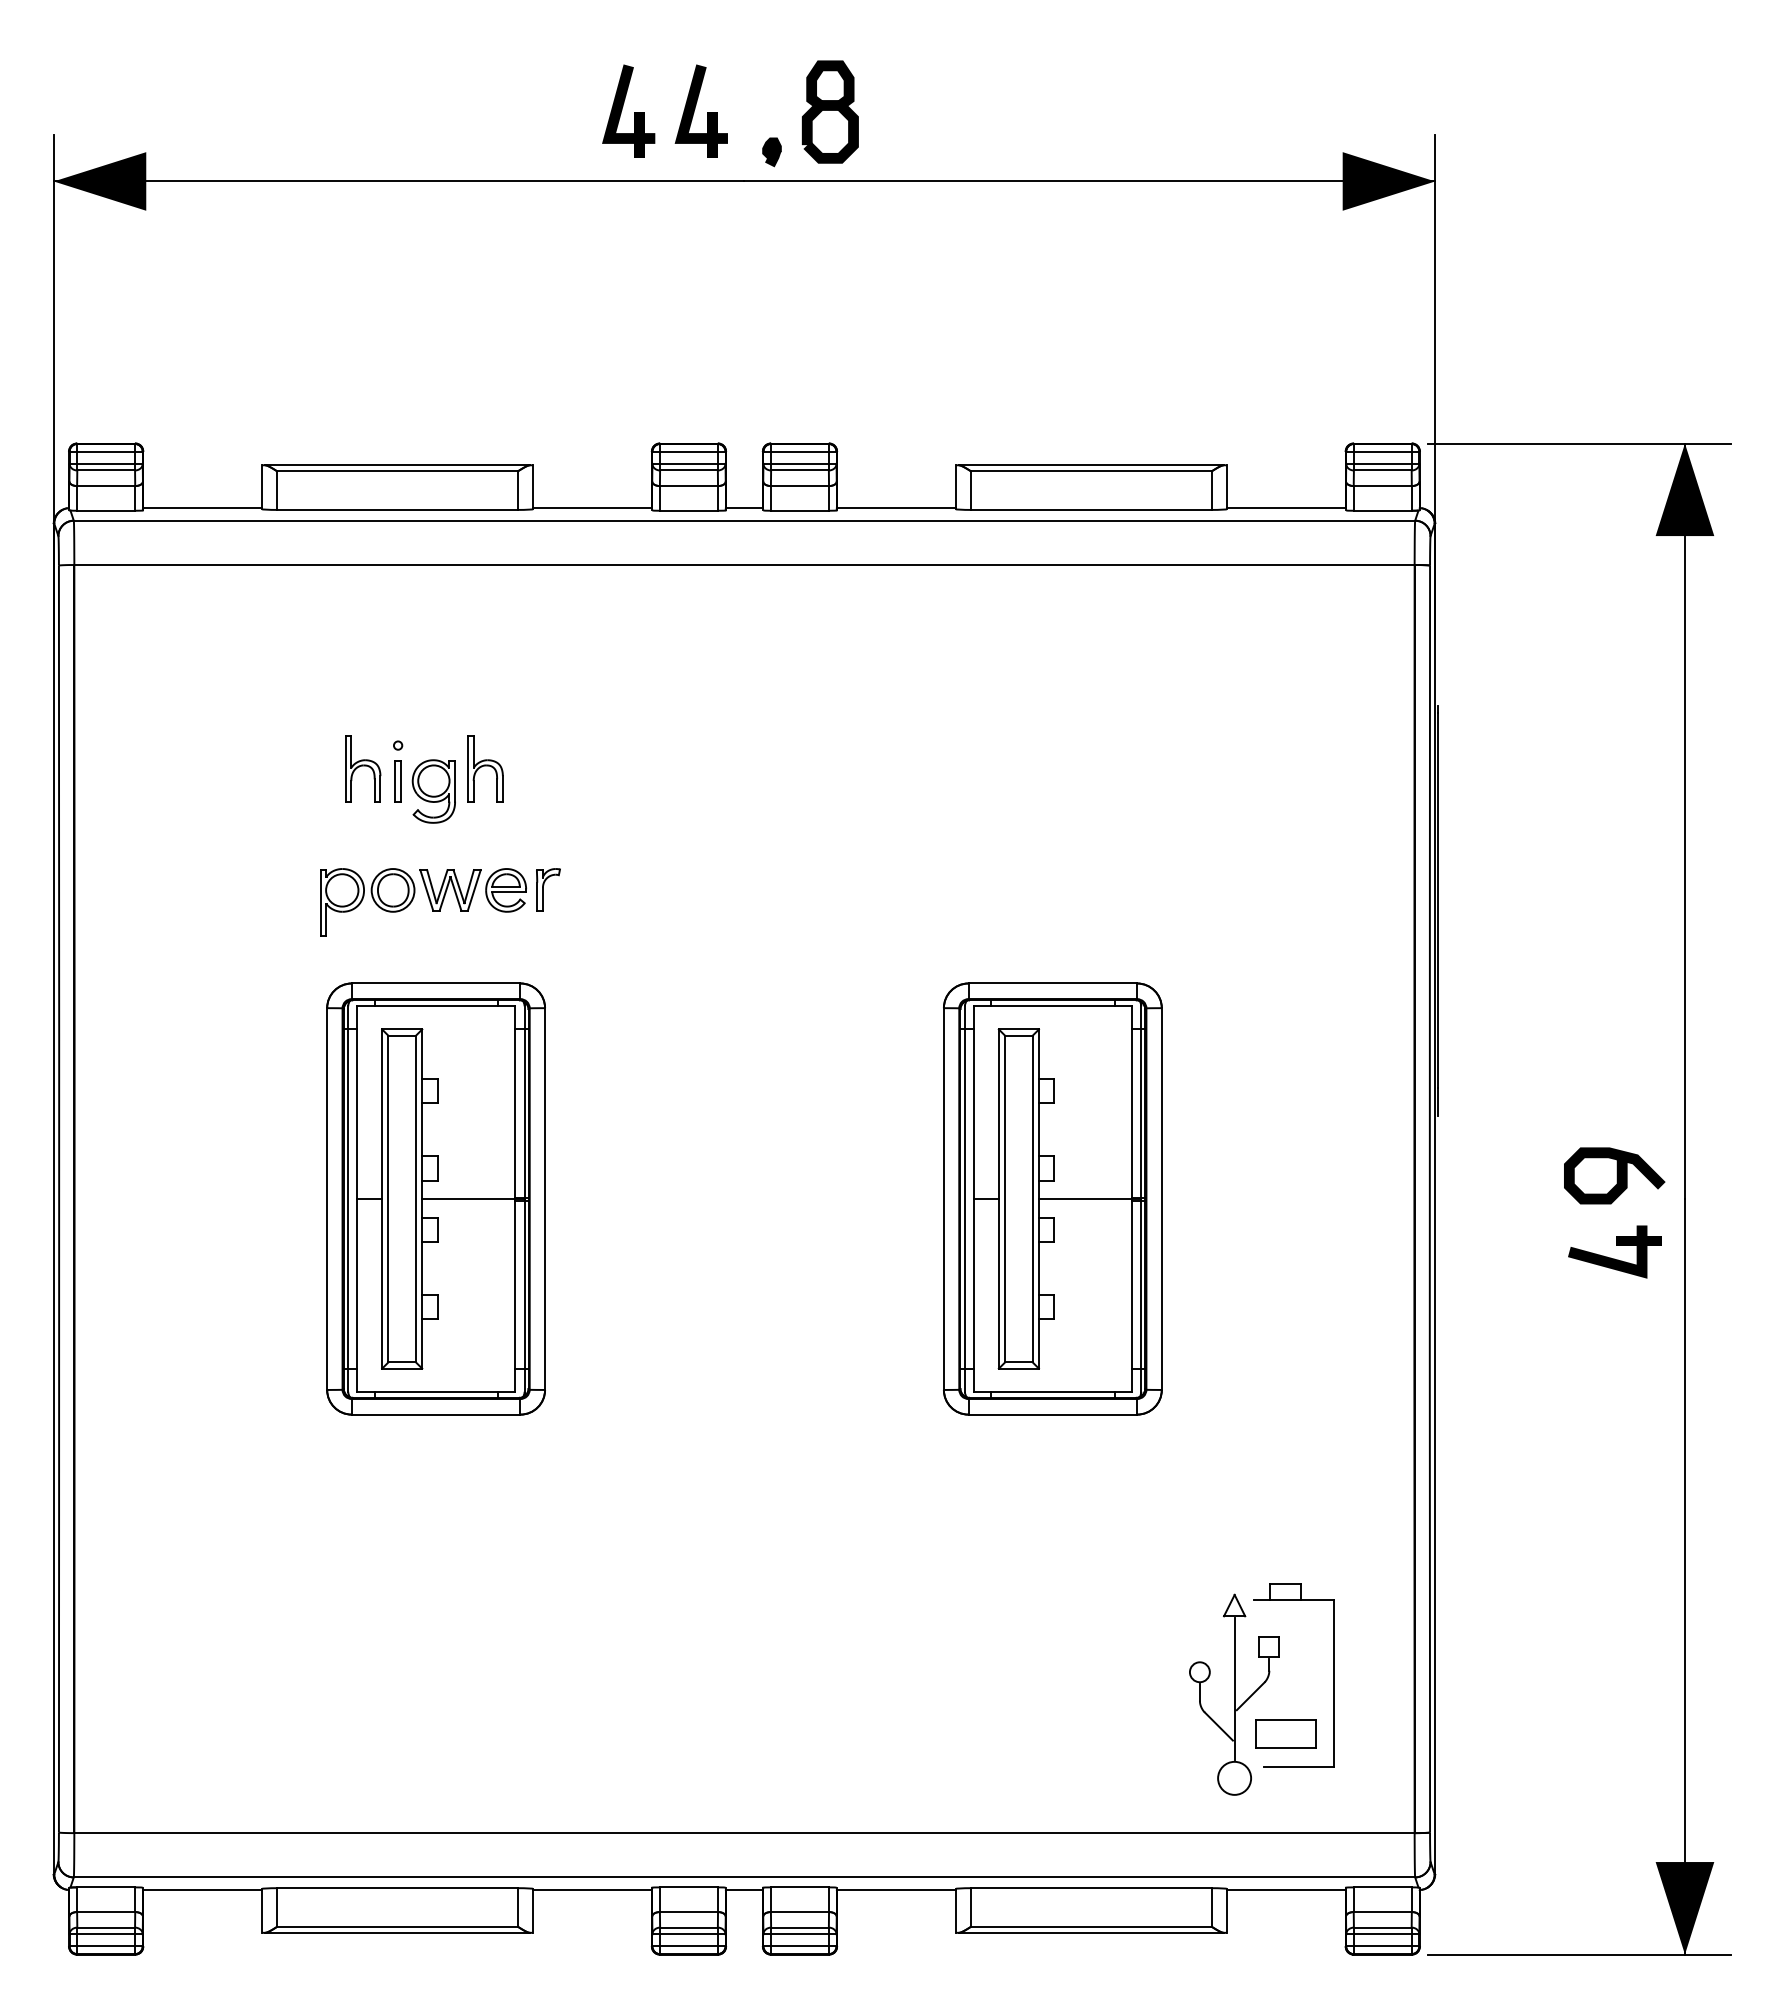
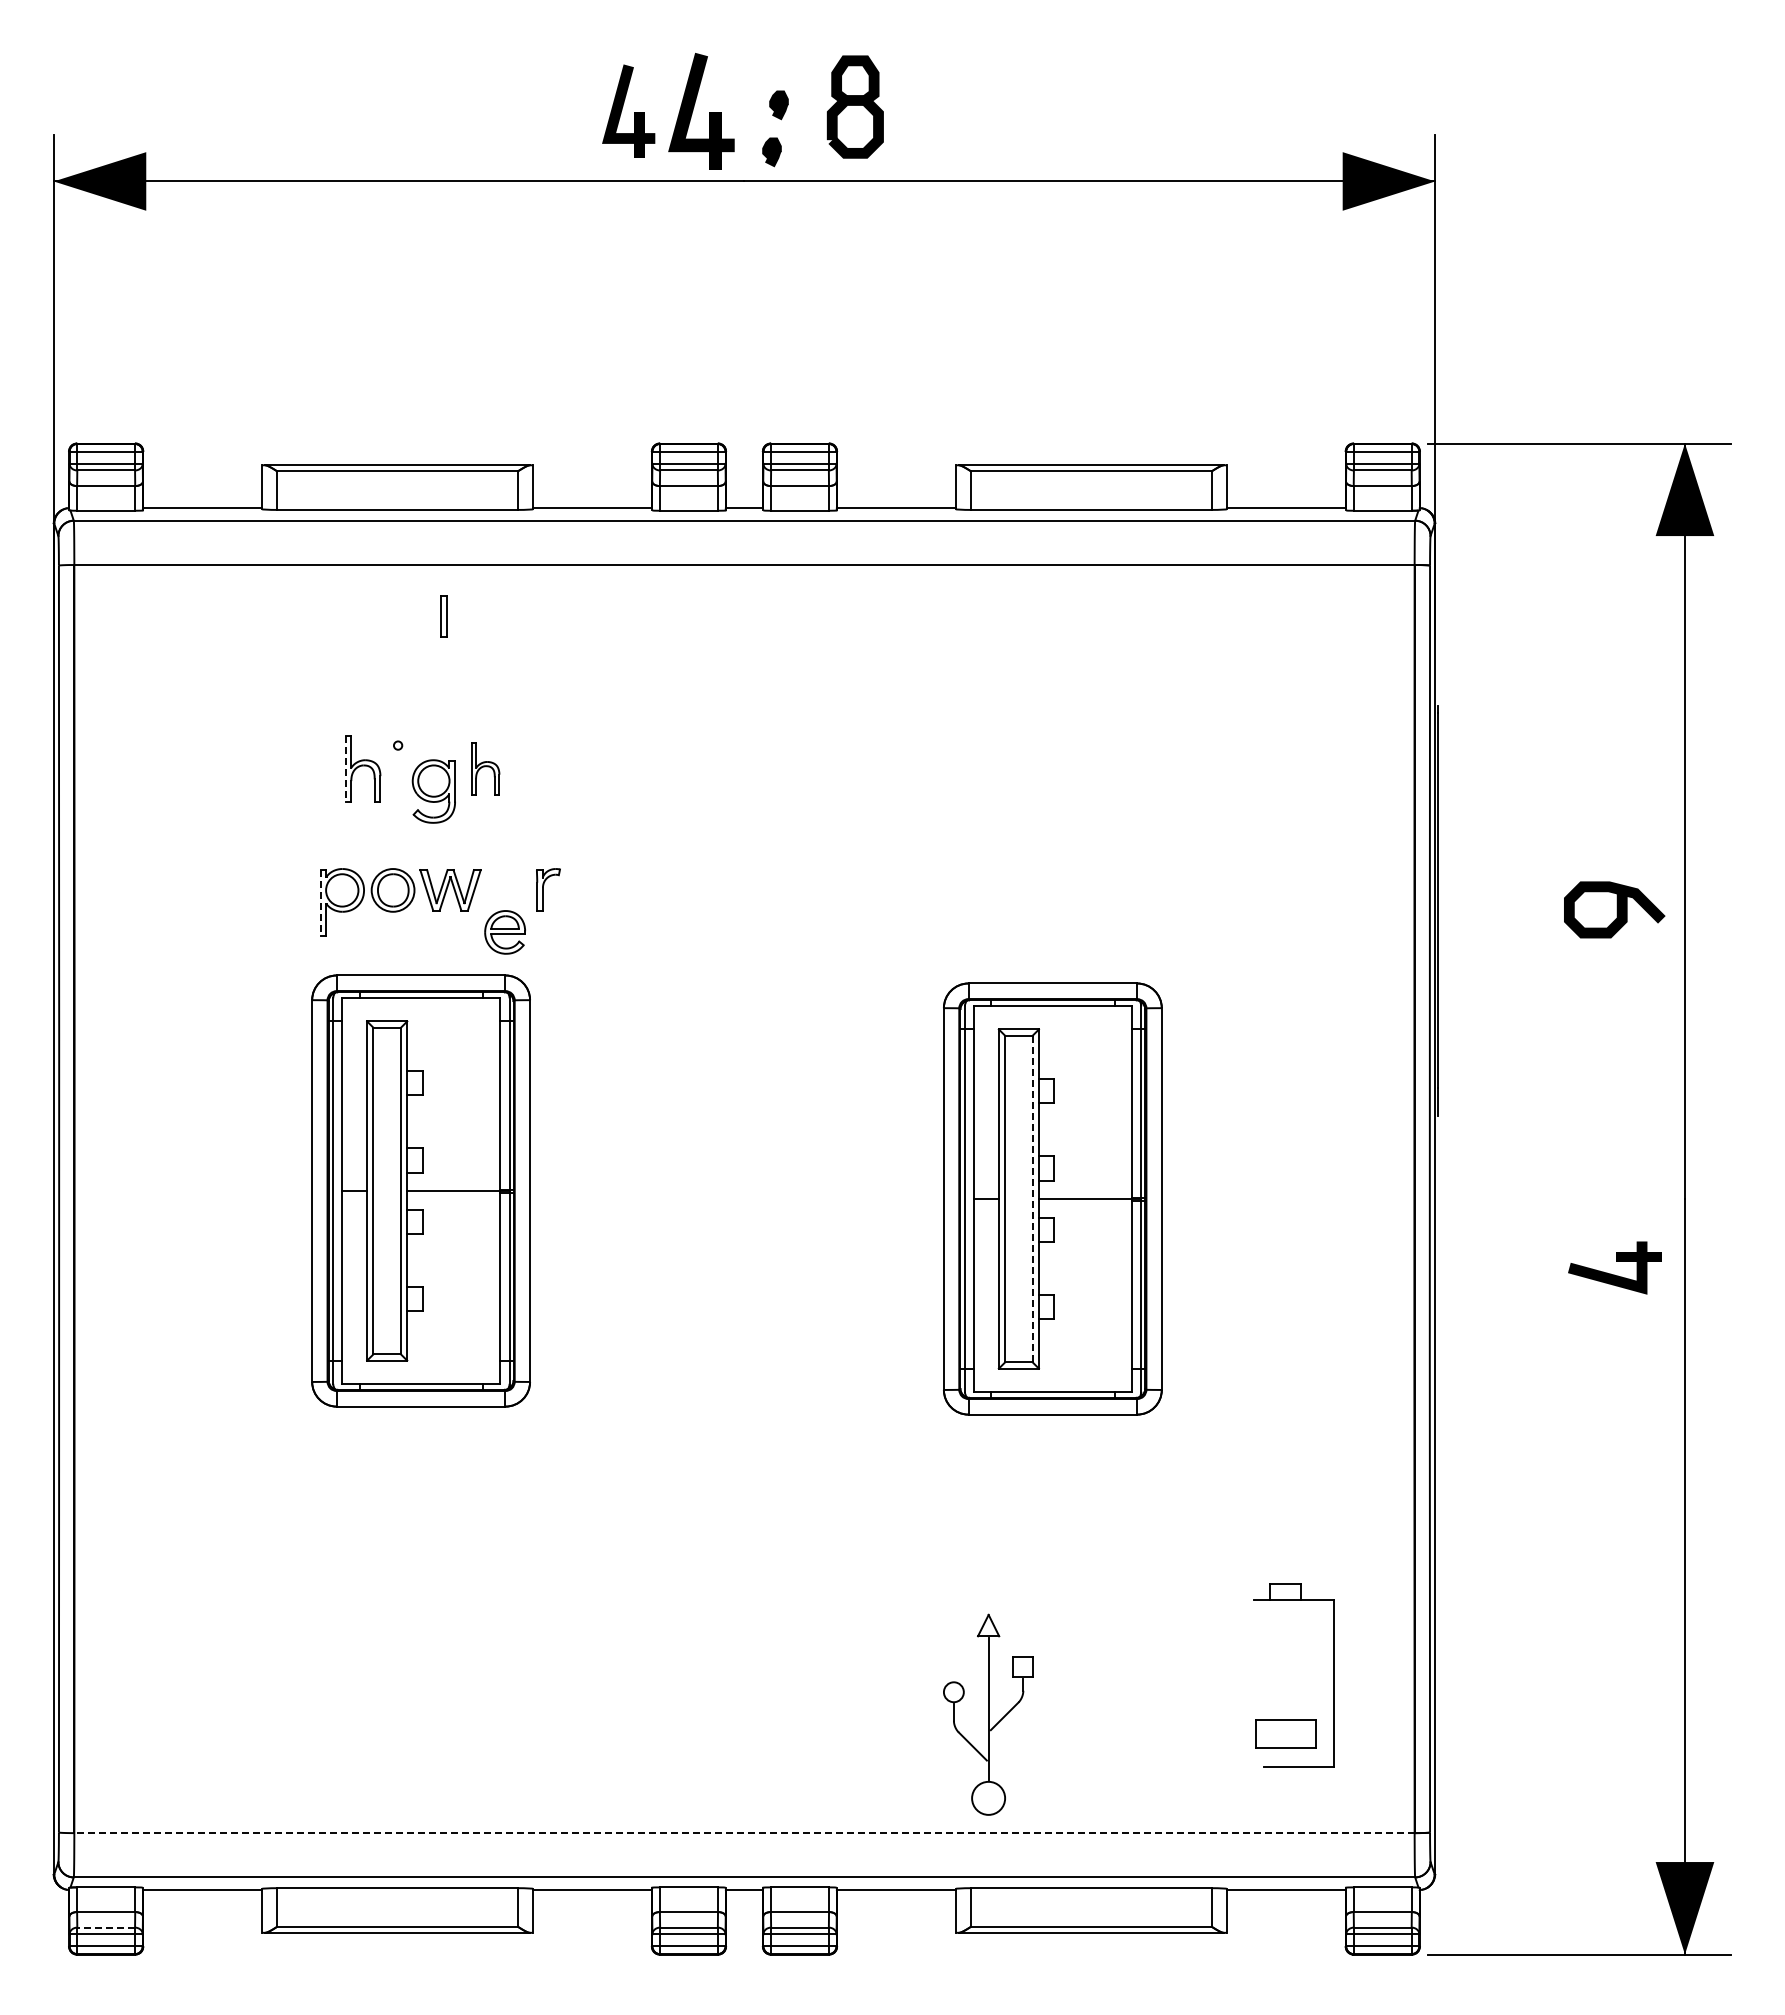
part at (778, 105): none -> present
part at (700, 110) size: 54x94 px -> 67x117 px
part at (829, 111) position: (829, 111) -> (854, 106)
part at (485, 768) size: 37x68 px -> 30x54 px
line at (345, 769): solid -> dashed
part at (397, 781) position: (397, 781) -> (443, 616)
part at (505, 890) position: (505, 890) -> (504, 932)
line at (320, 902): solid -> dashed
curve at (1616, 1175) position: (1616, 1175) -> (1616, 909)
part at (435, 1198) position: (435, 1198) -> (420, 1190)
line at (1032, 1199): solid -> dashed
part at (1616, 1245) position: (1616, 1245) -> (1616, 1261)
part at (1234, 1694) position: (1234, 1694) -> (988, 1714)
line at (743, 1833): solid -> dashed
line at (106, 1927): solid -> dashed
